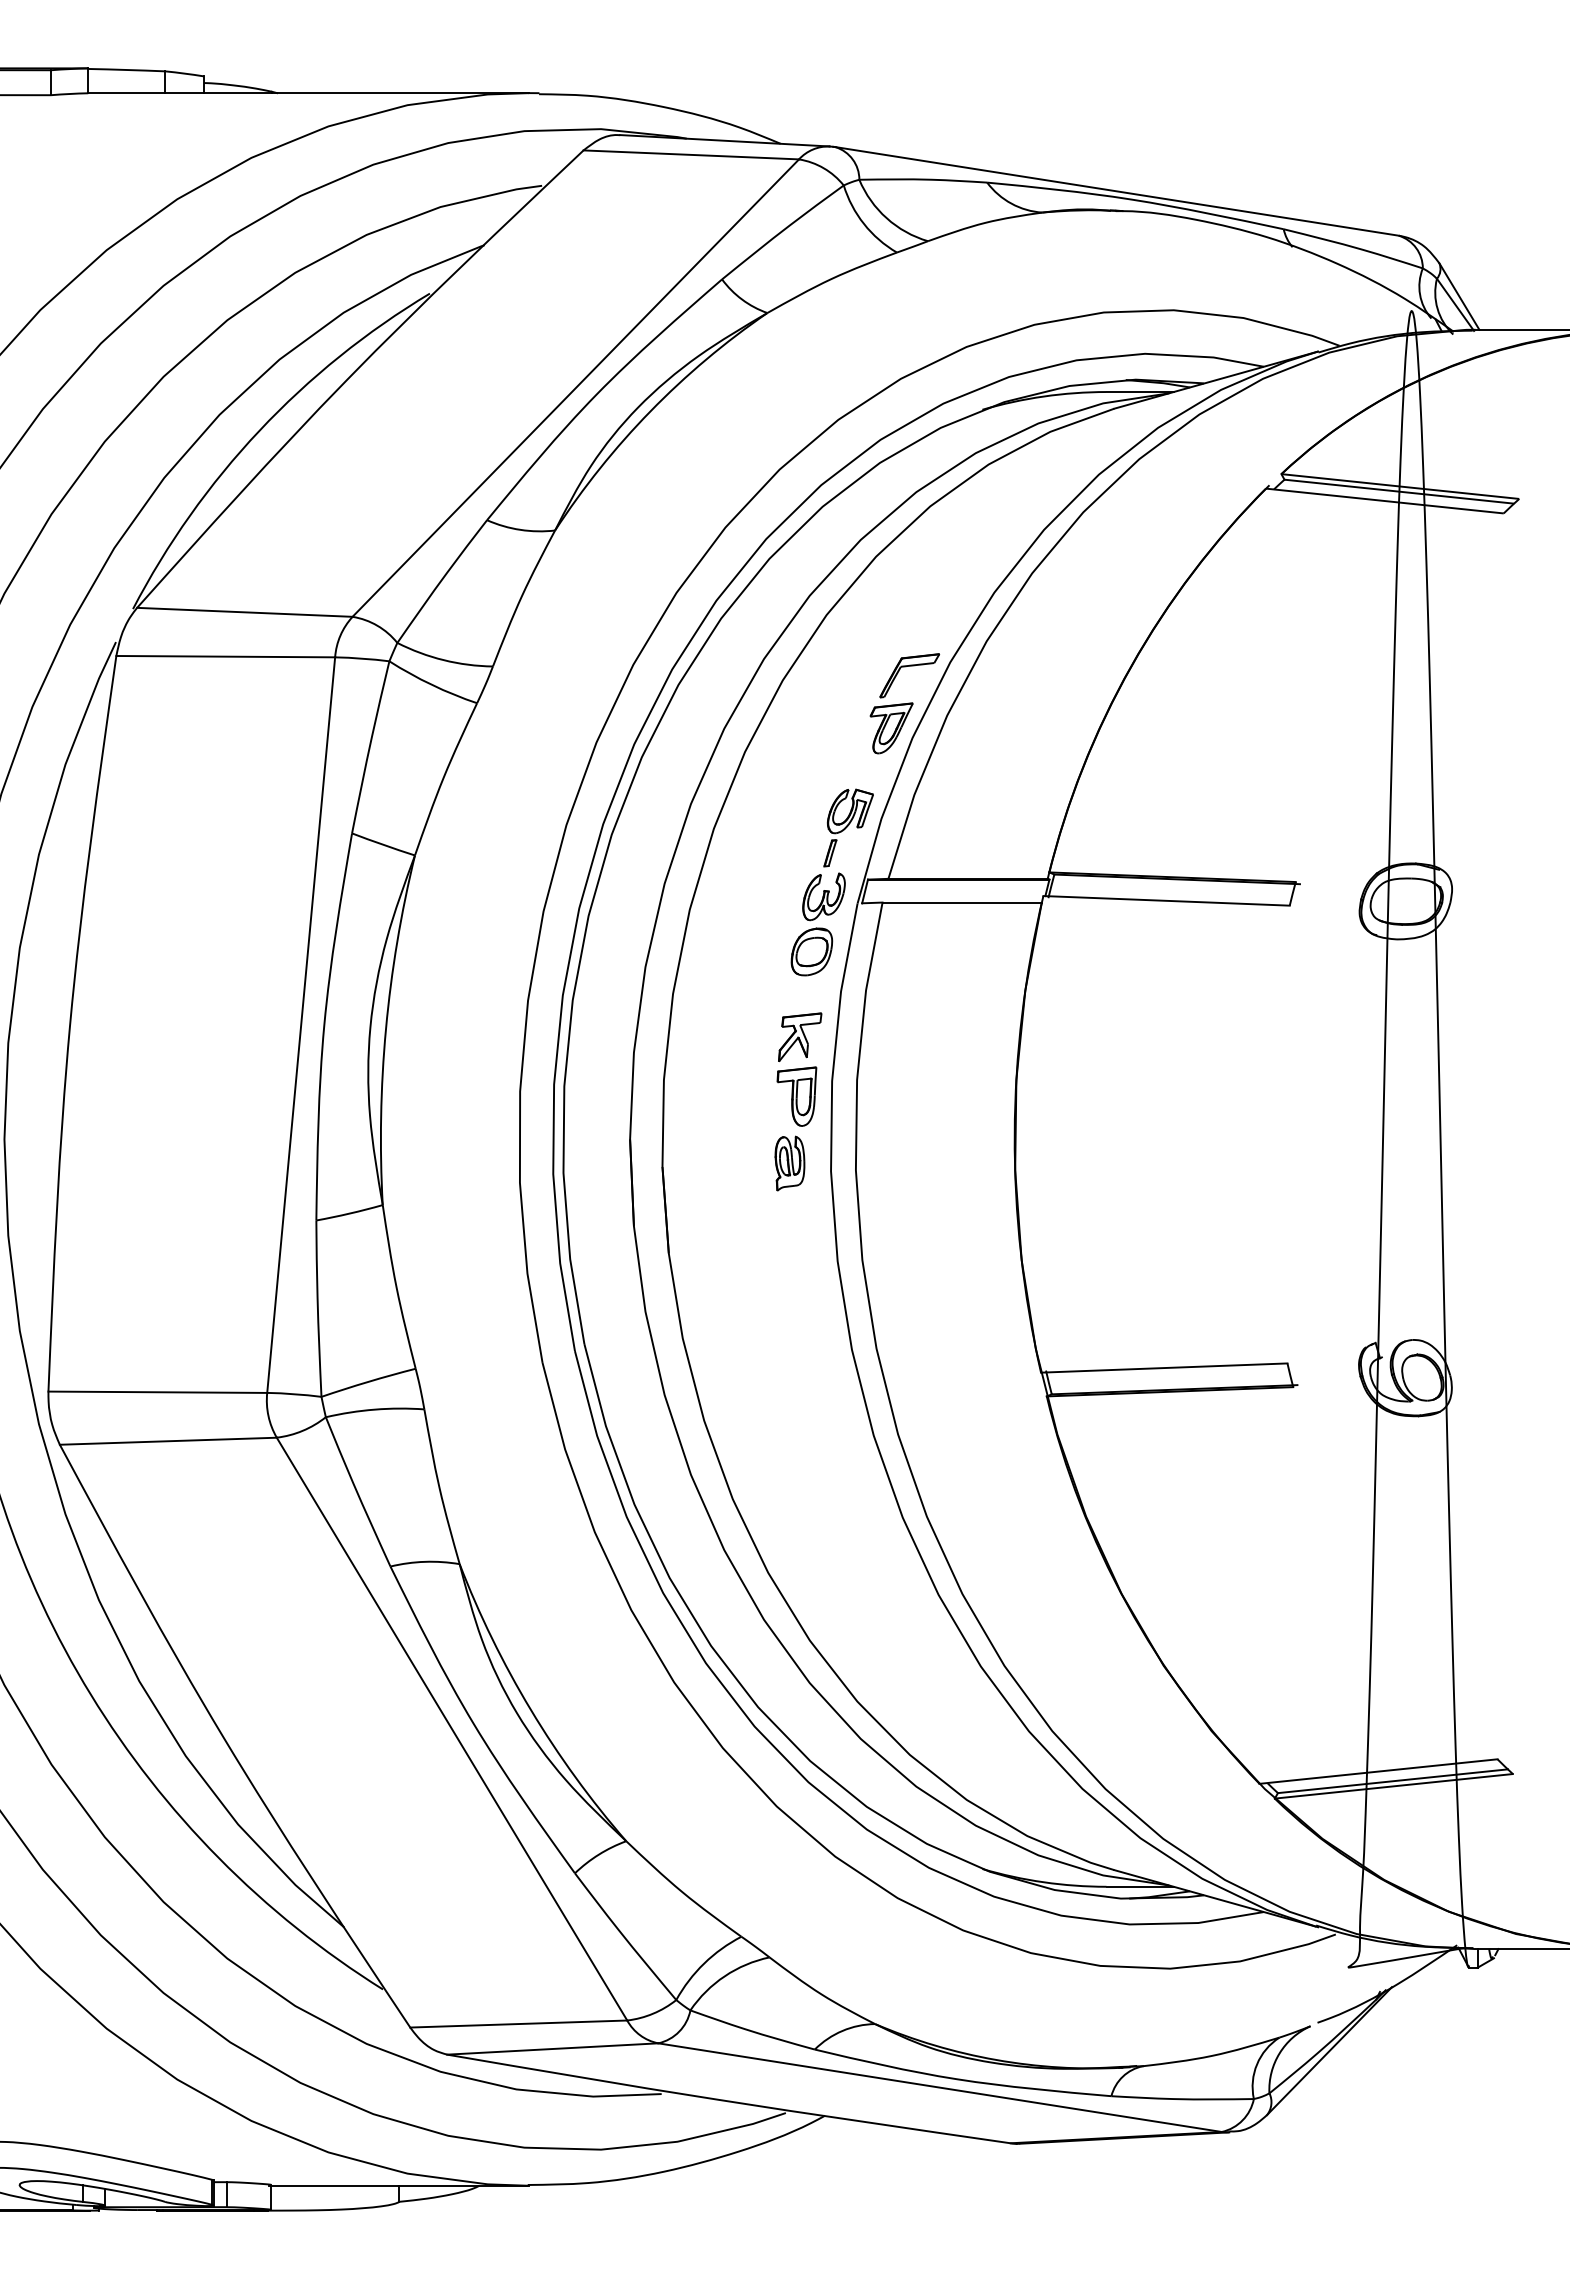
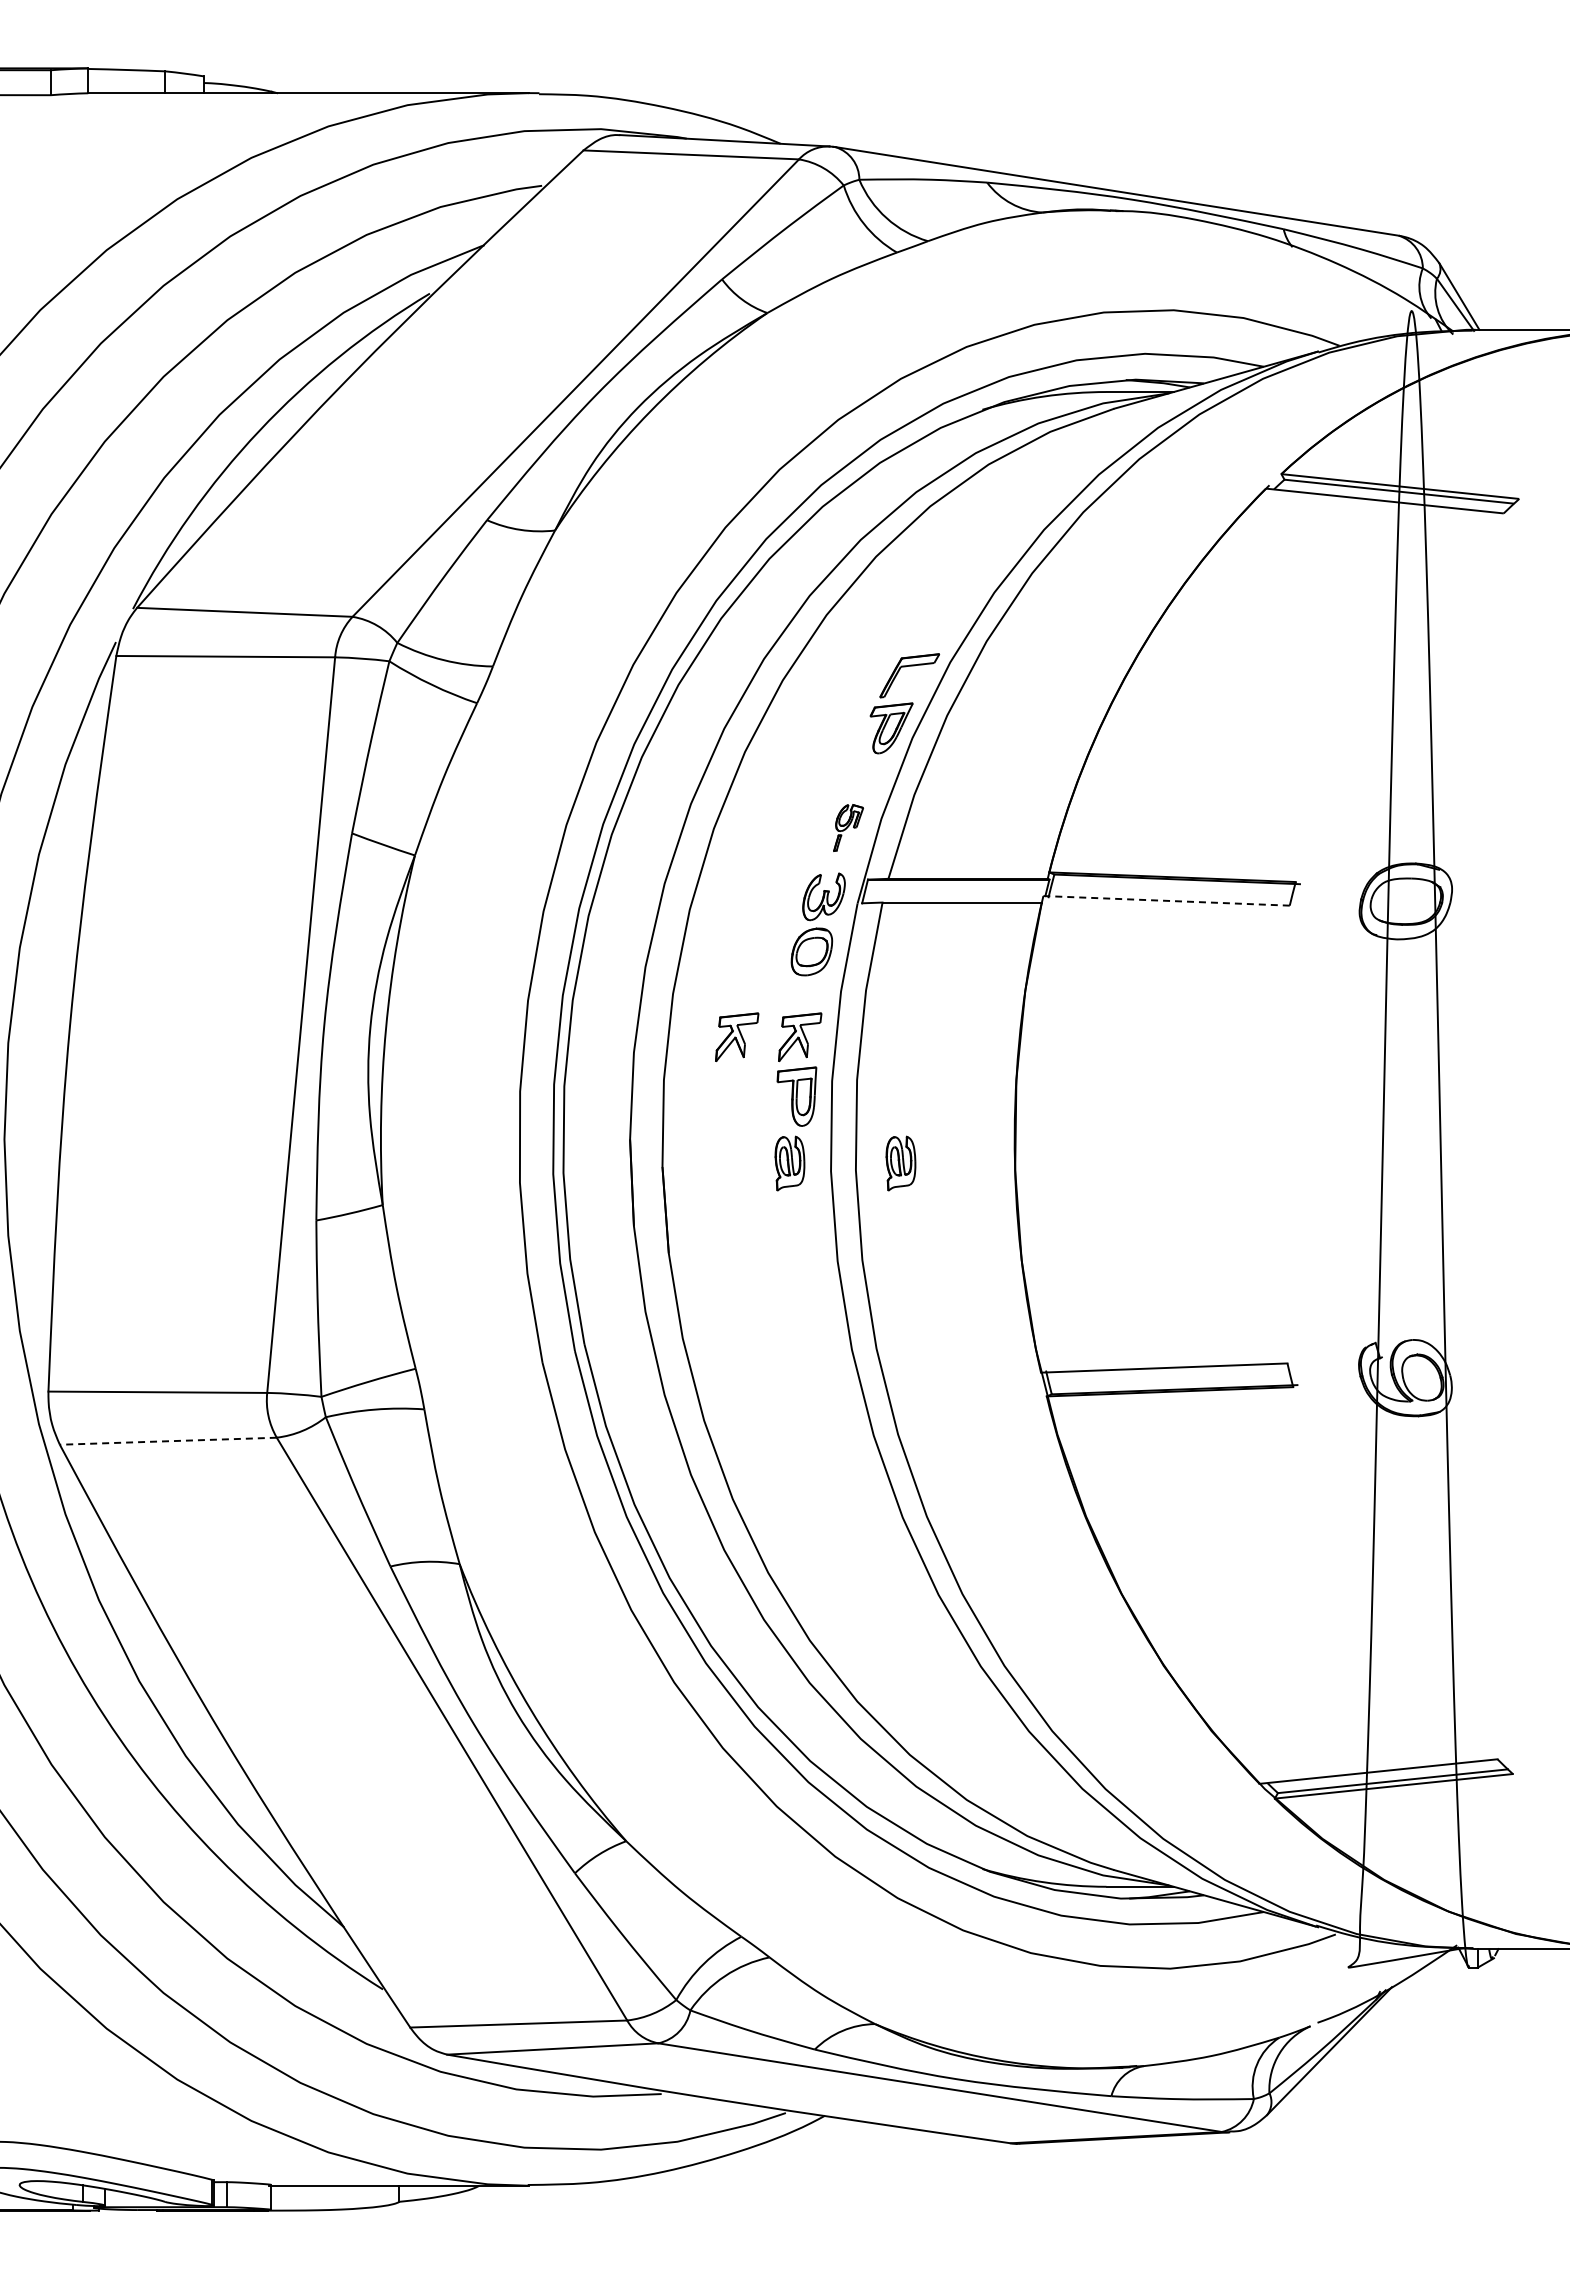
part at (848, 827) size: 51x80 px -> 31x48 px
line at (1166, 900): solid -> dashed
part at (737, 1036): none -> present
part at (900, 1163): none -> present
line at (168, 1441): solid -> dashed
